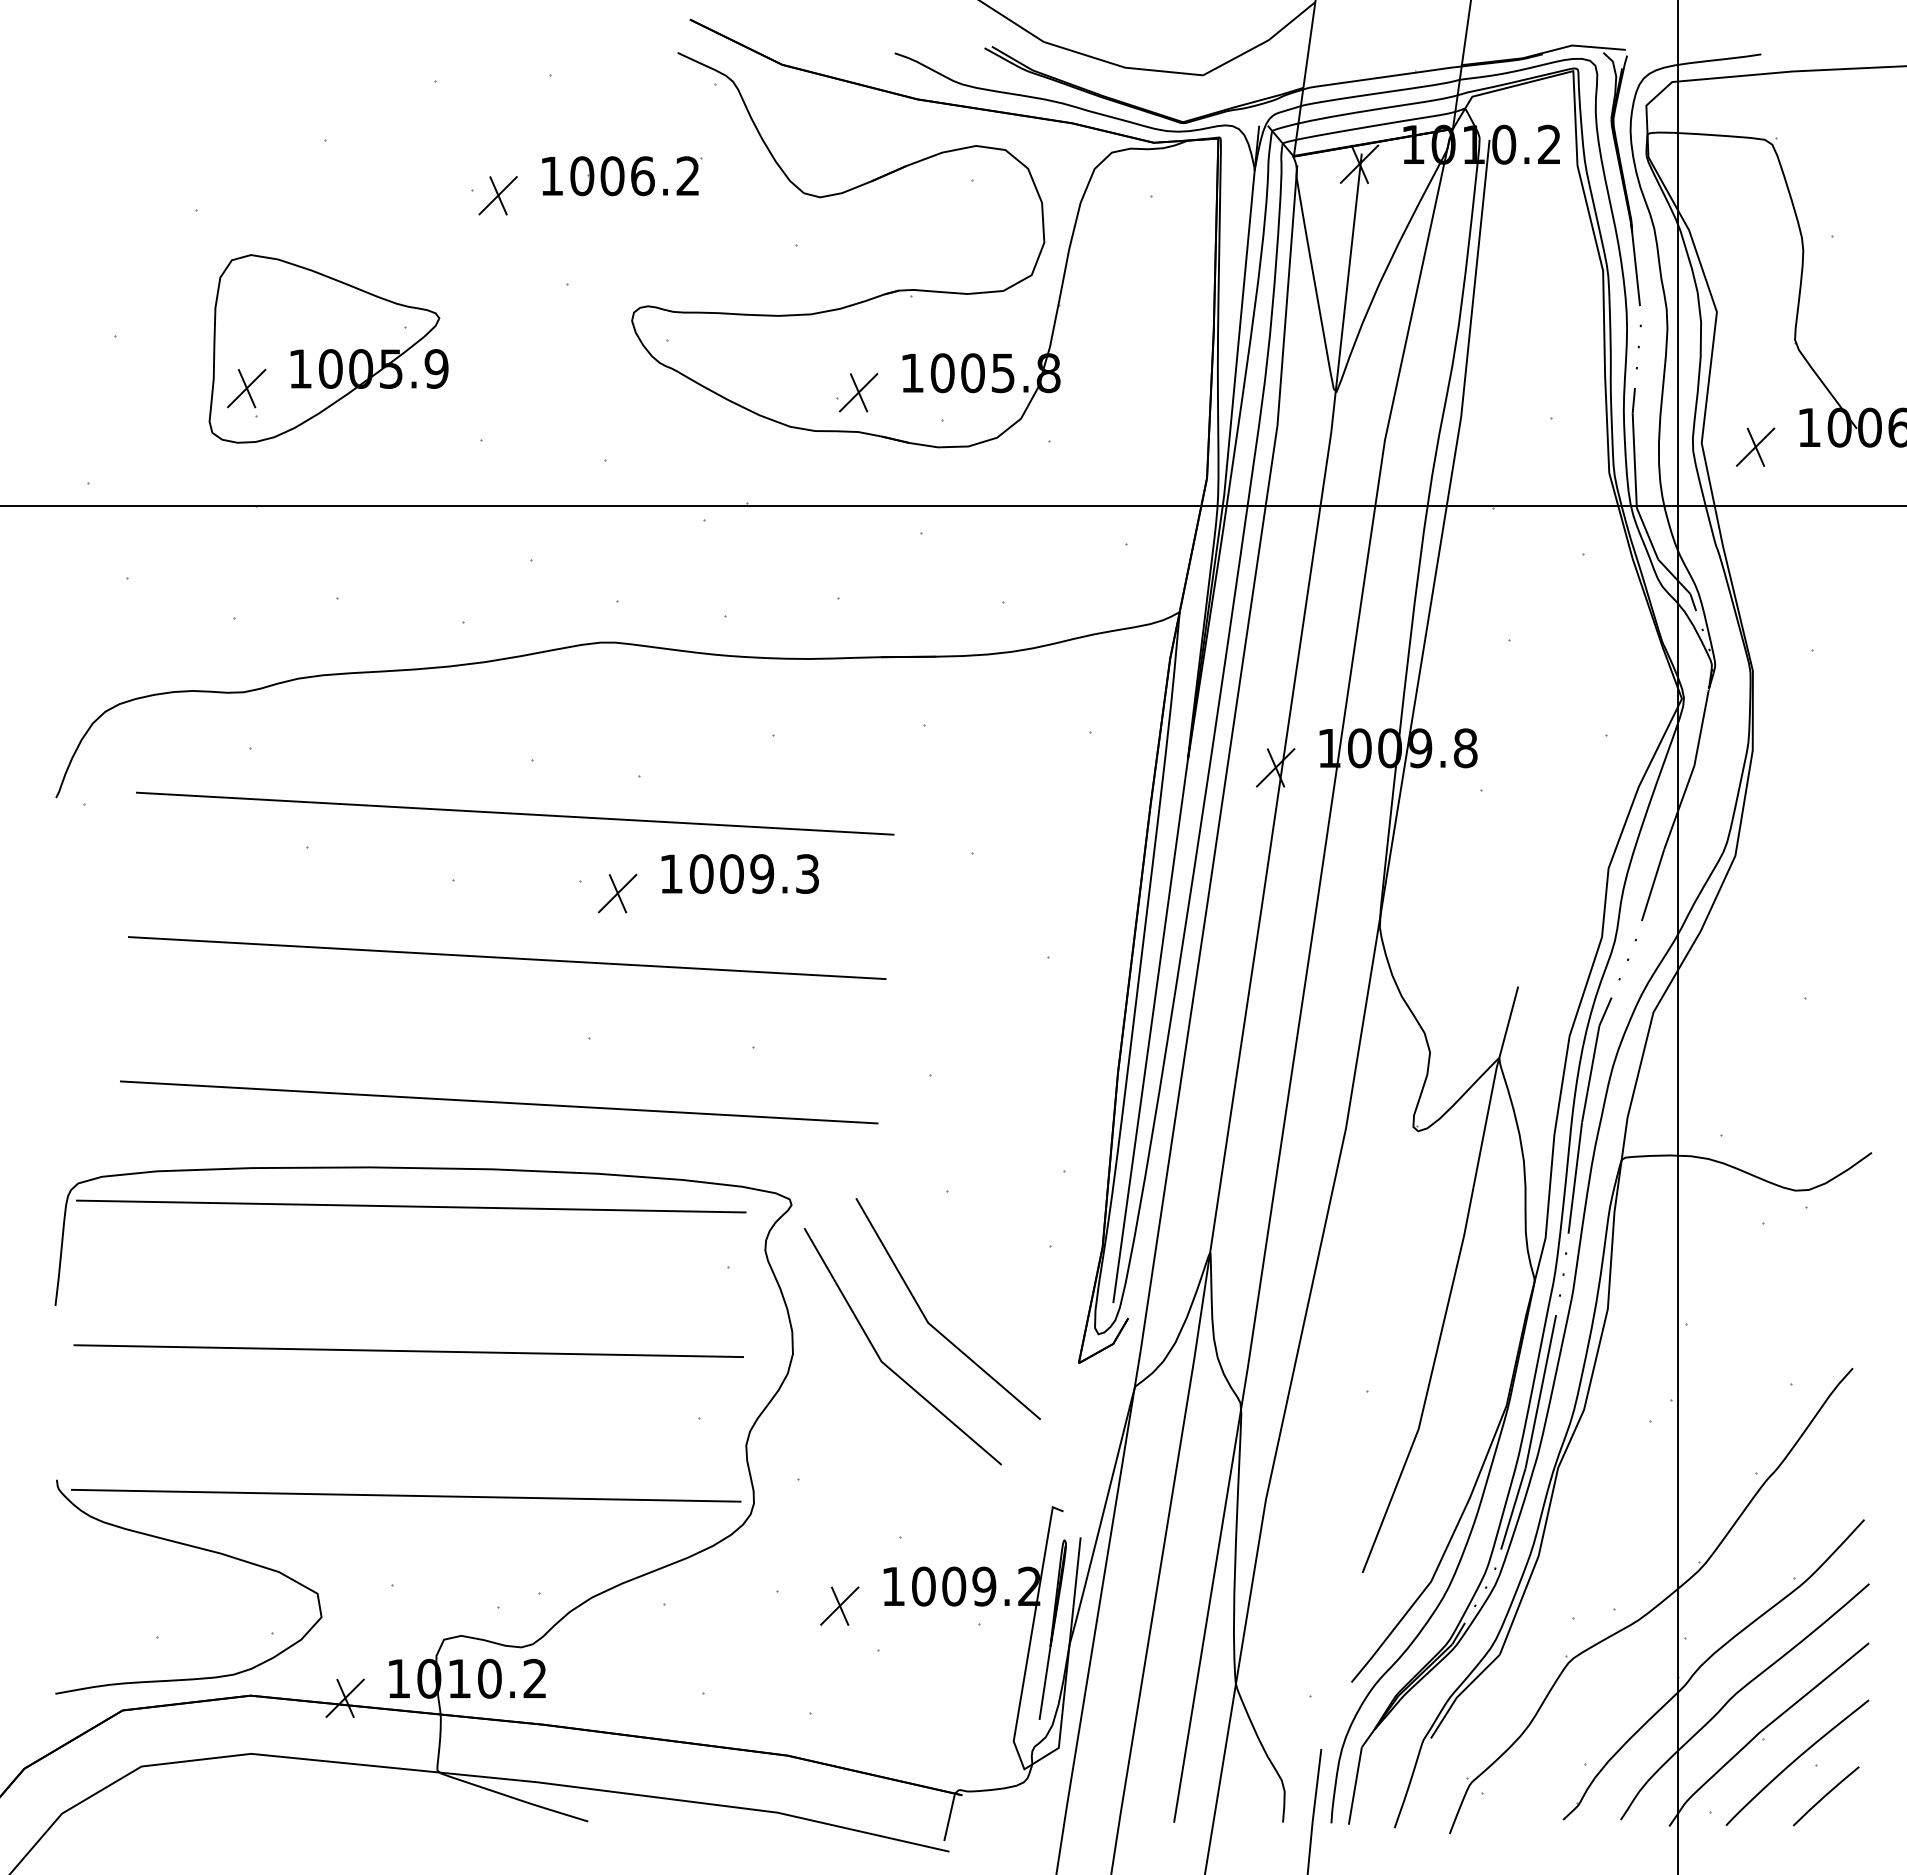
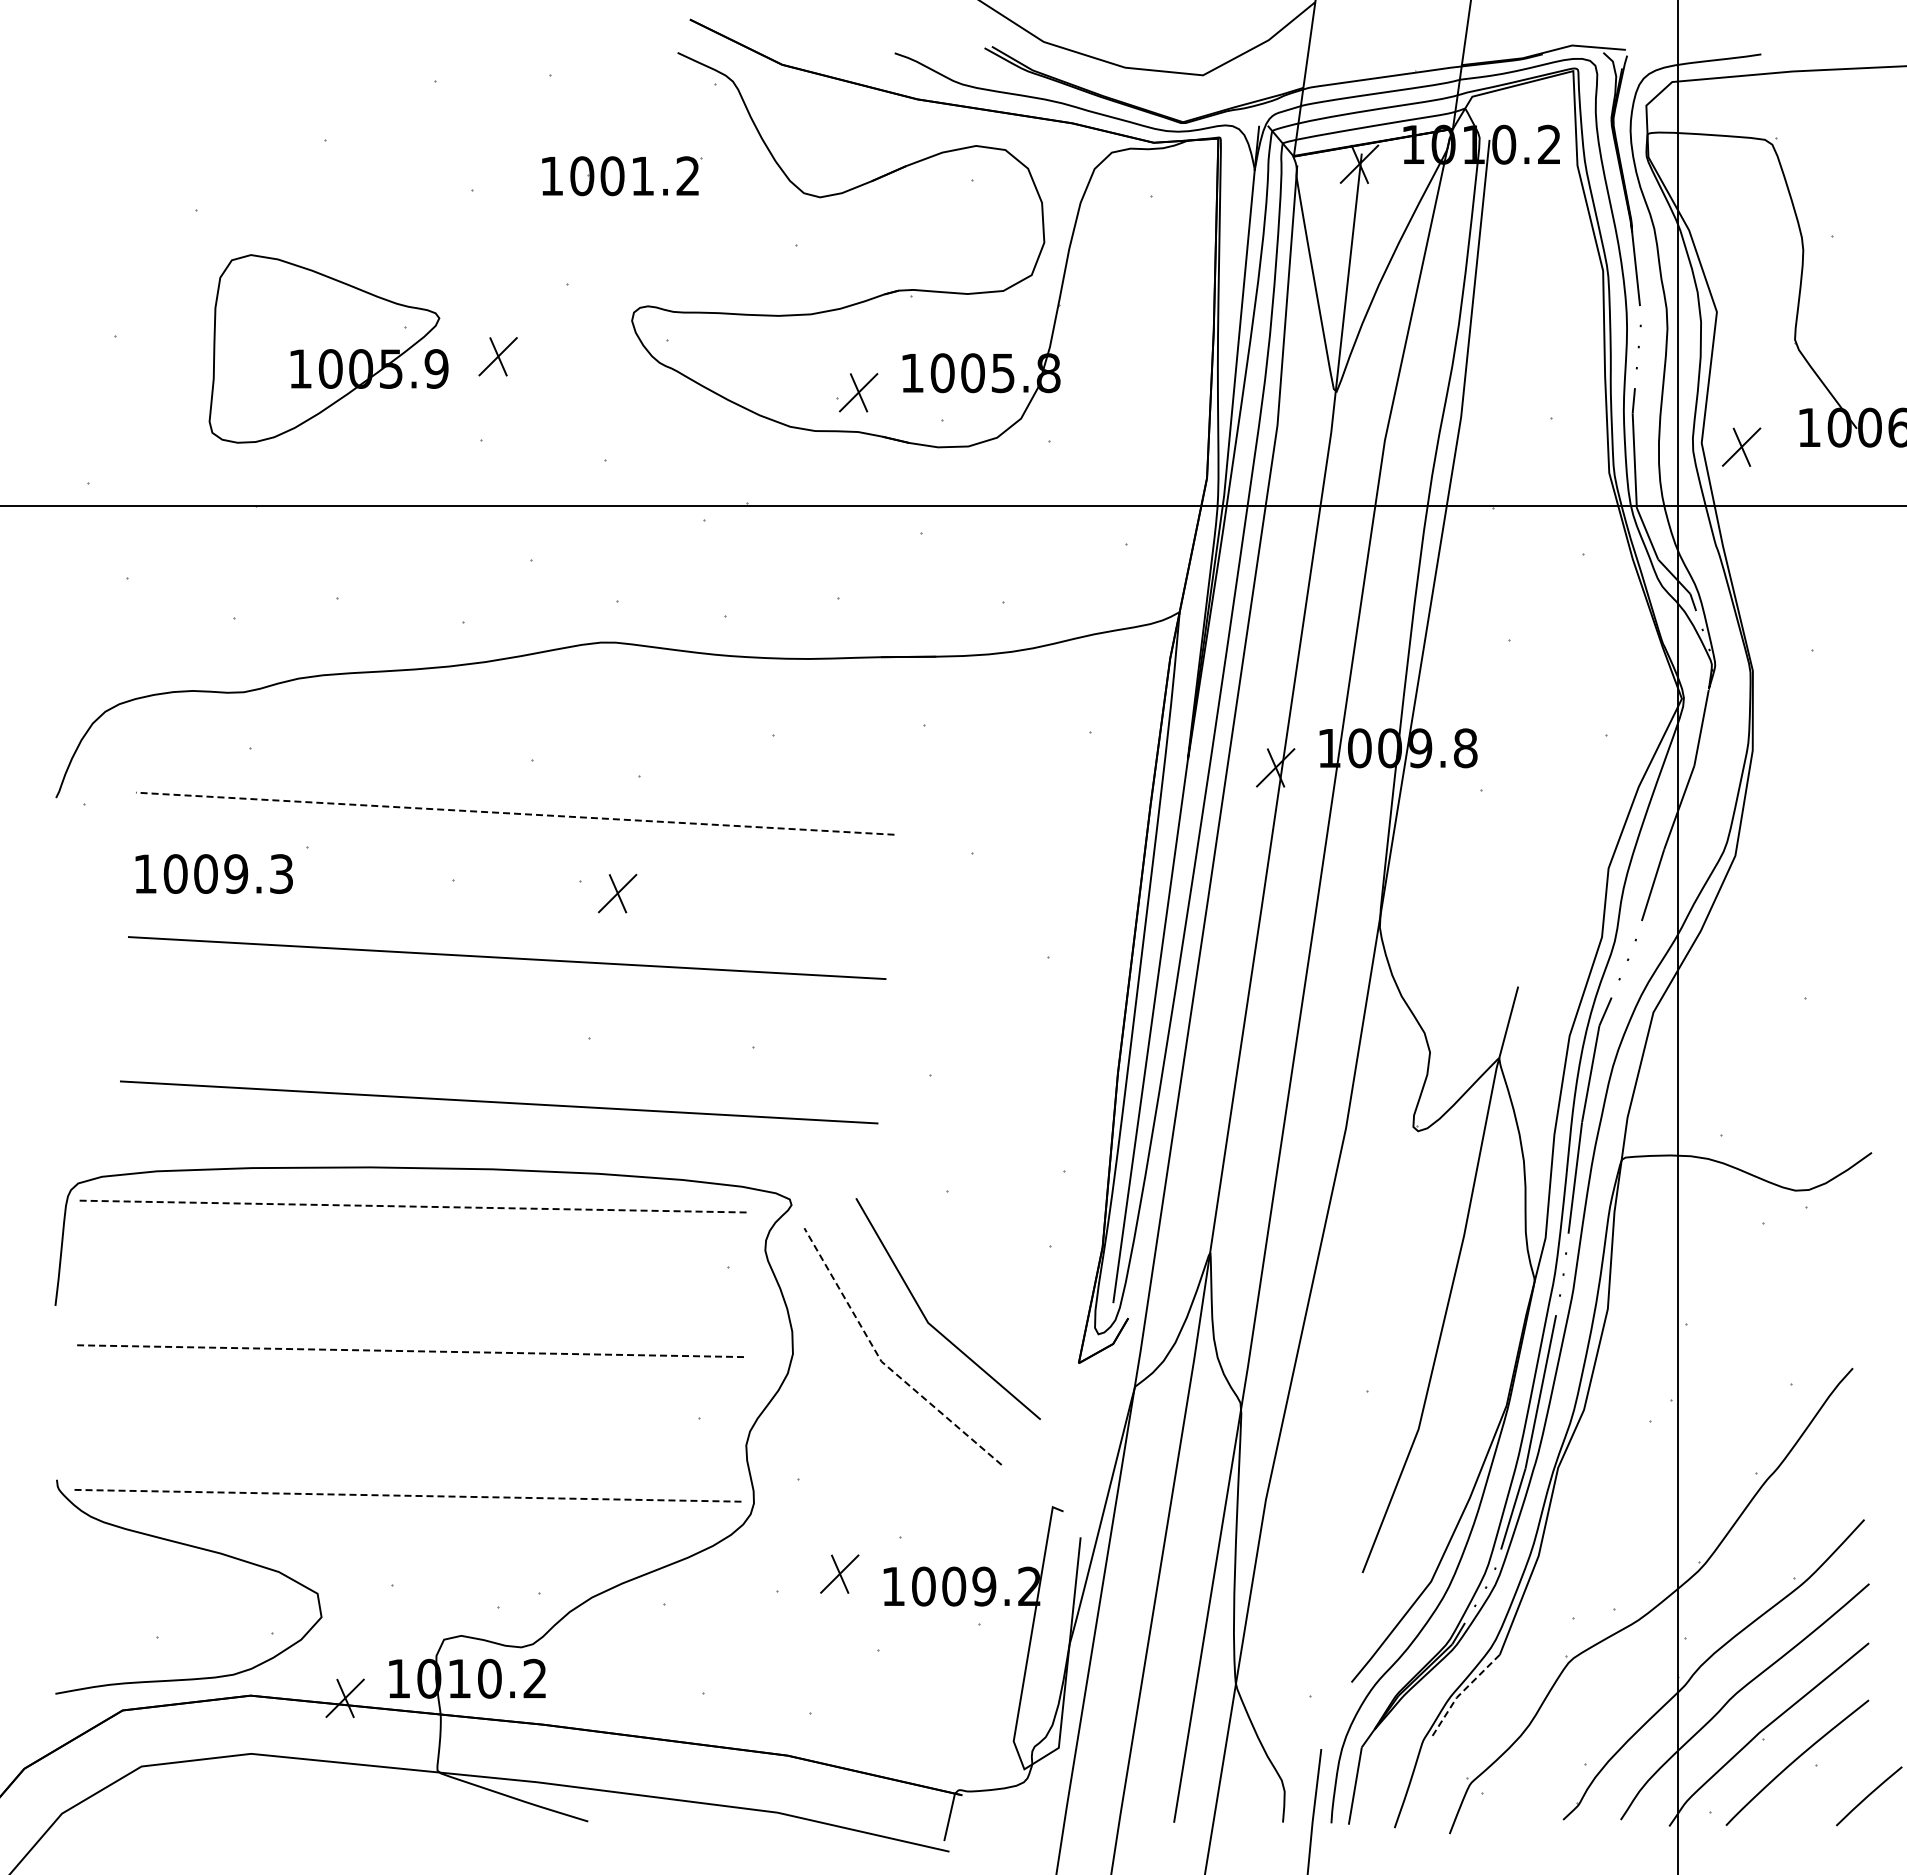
text at (642, 176): 1006.2 -> 1001.2
part at (497, 195) position: (497, 195) -> (497, 356)
part at (246, 392): present -> none
part at (1755, 446) position: (1755, 446) -> (1741, 446)
line at (515, 813): solid -> dashed
text at (739, 873) position: (739, 873) -> (213, 873)
line at (410, 1206): solid -> dashed
line at (408, 1351): solid -> dashed
line at (882, 1362): solid -> dashed
line at (405, 1495): solid -> dashed
part at (839, 1605) position: (839, 1605) -> (839, 1573)
part at (1052, 1629): present -> none
line at (1460, 1694): solid -> dashed
line at (1826, 1796) position: (1826, 1796) -> (1869, 1796)
